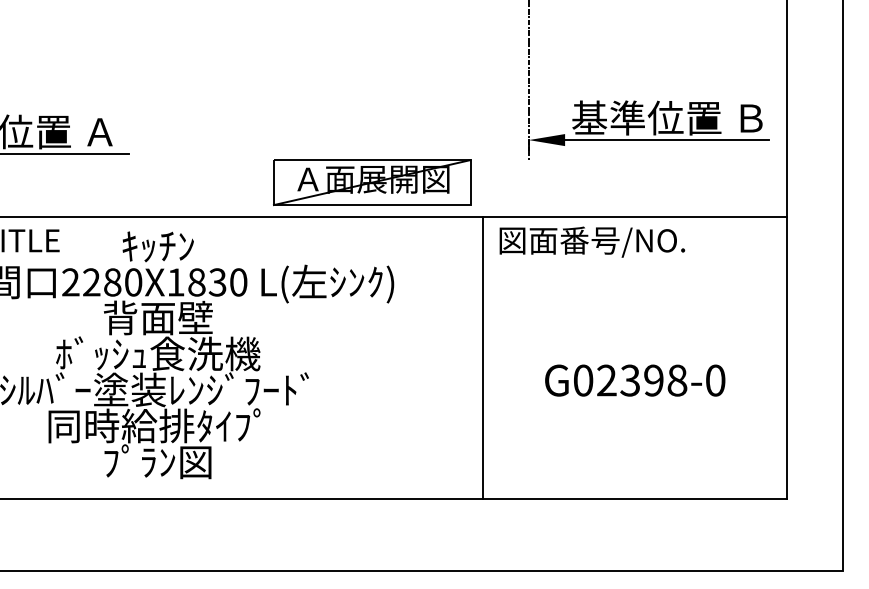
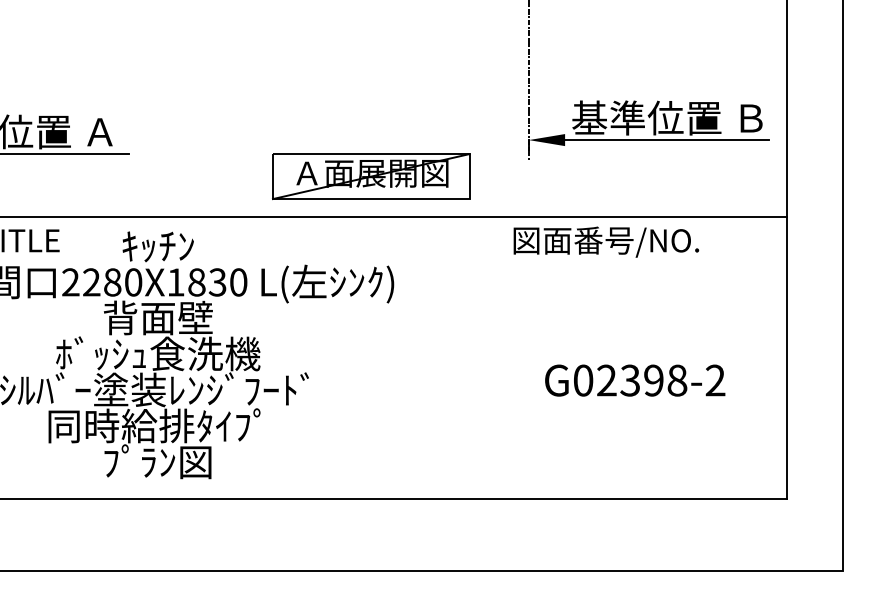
part at (372, 182) position: (372, 182) -> (371, 176)
text at (592, 241) position: (592, 241) -> (606, 241)
line at (483, 357): present -> none
text at (715, 380): G02398-0 -> G02398-2
